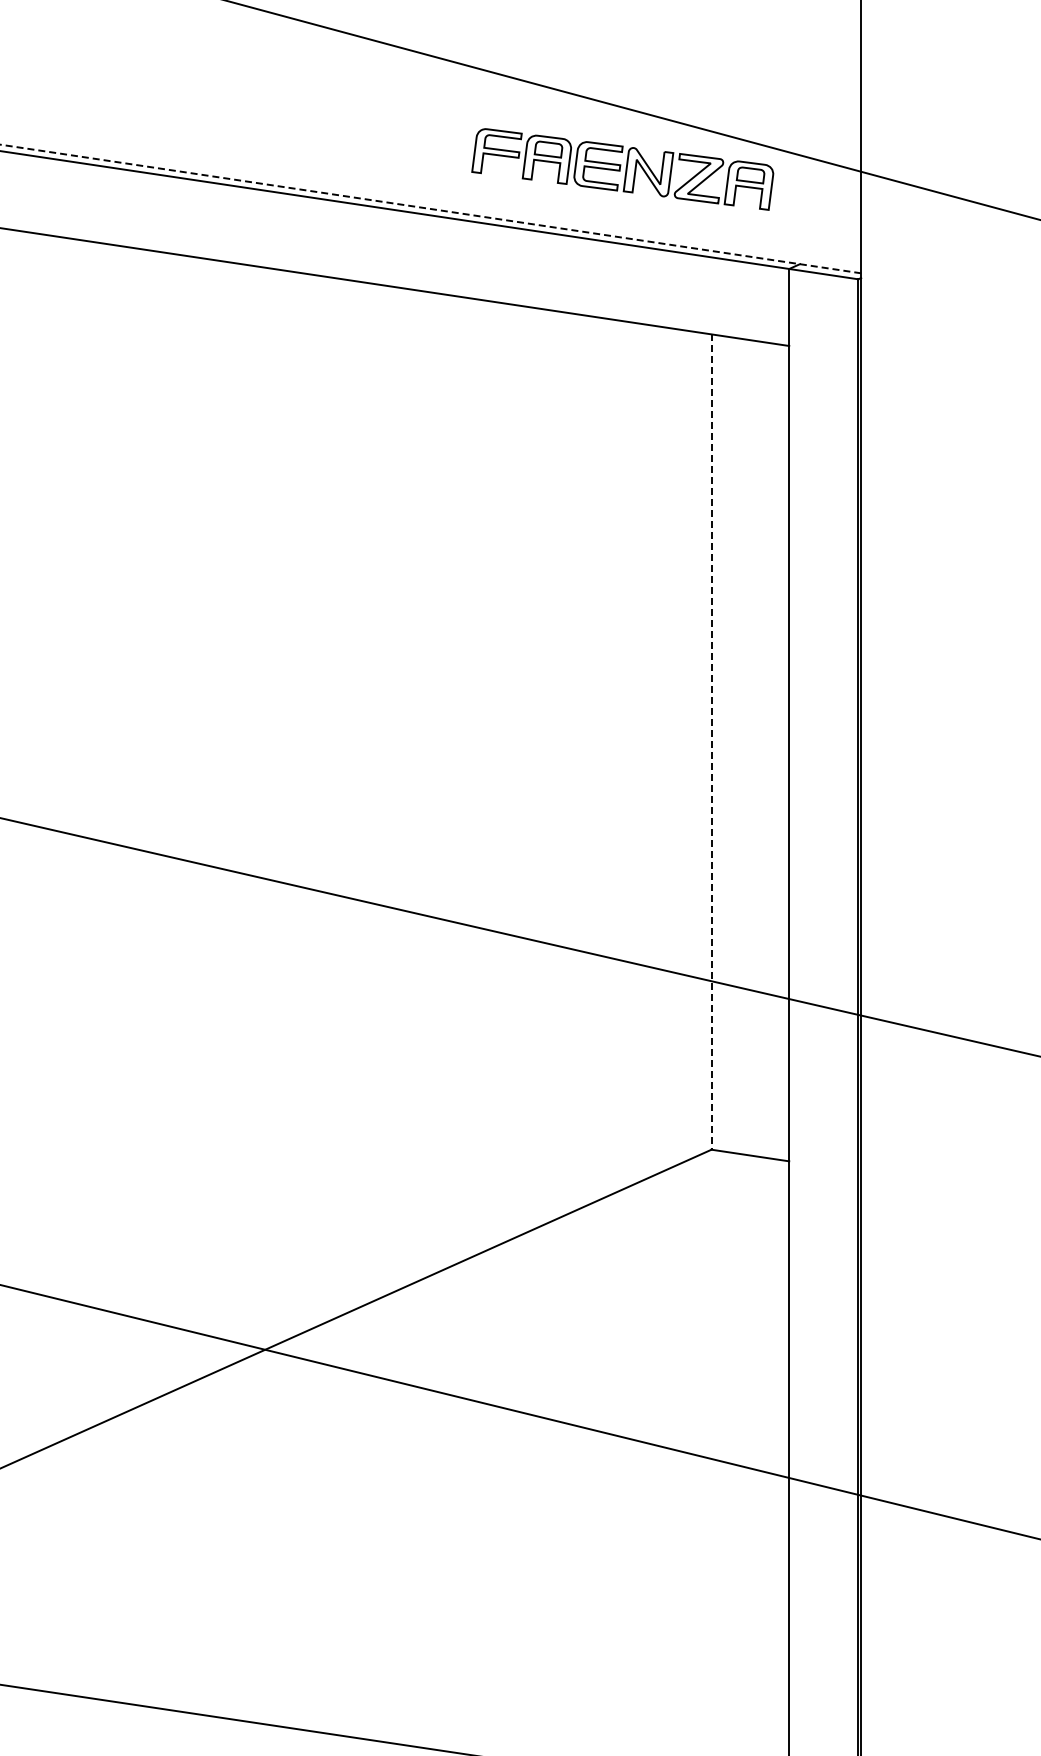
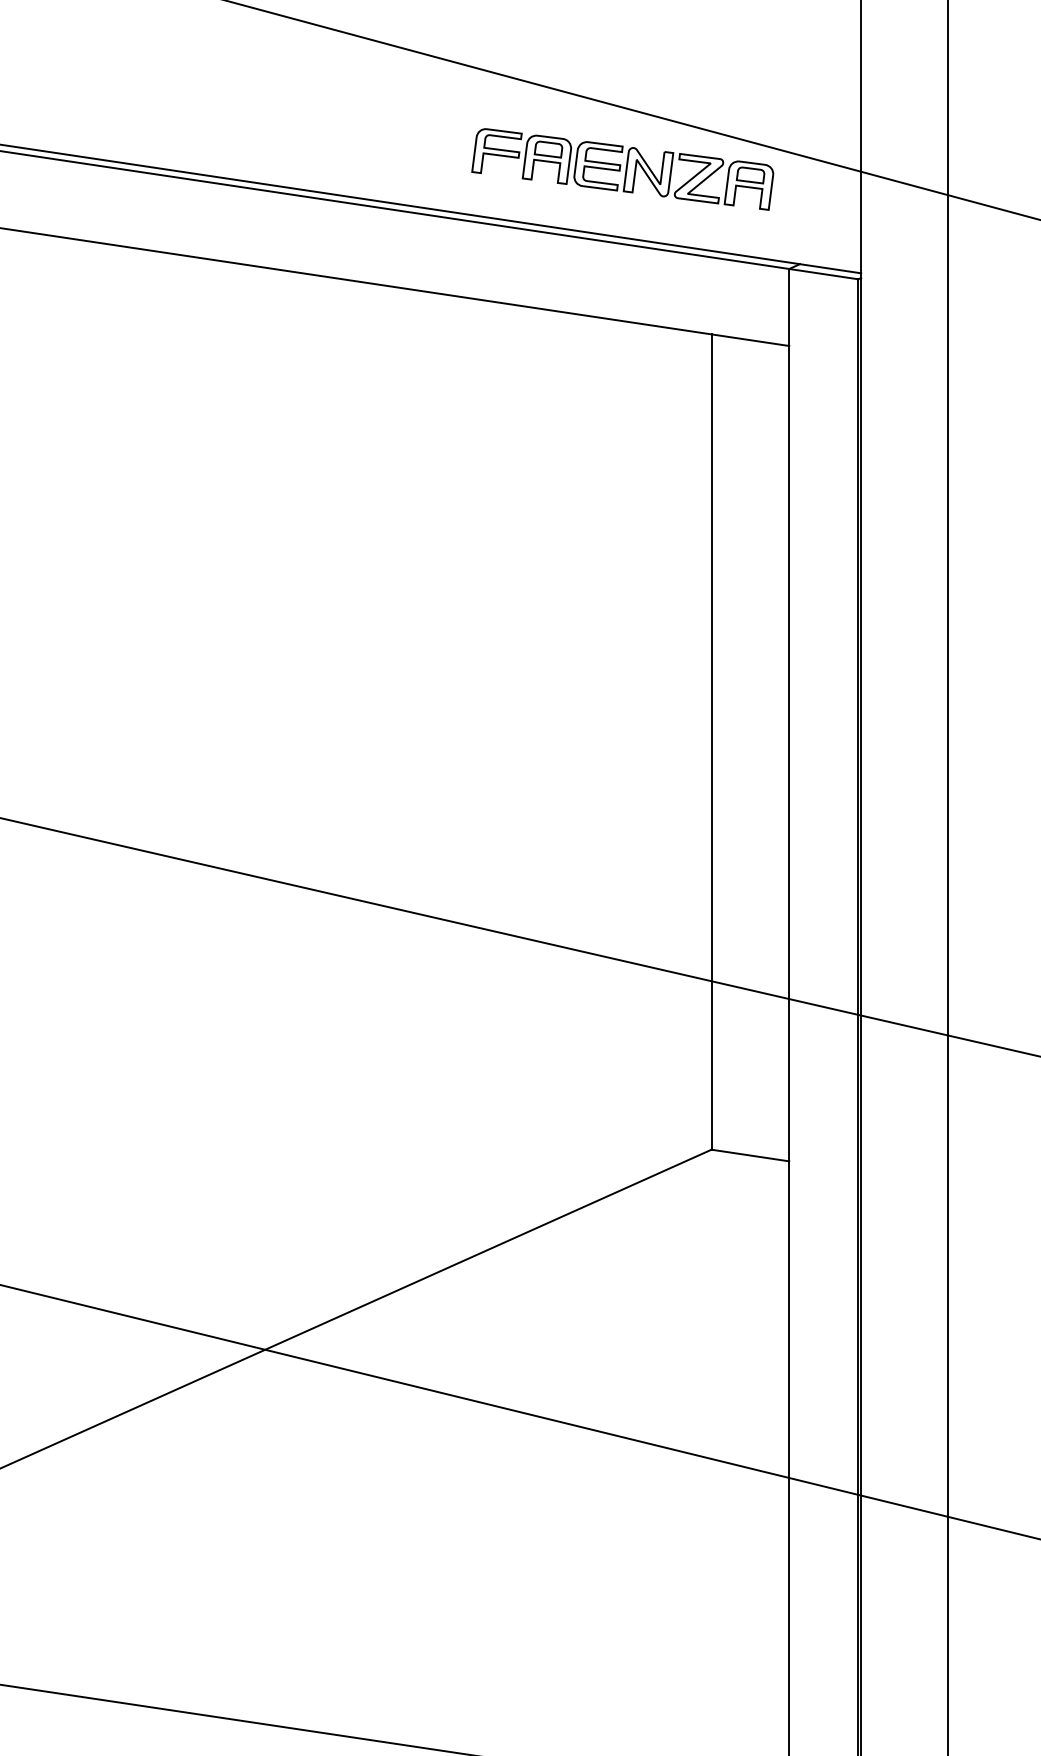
line at (431, 209): dashed -> solid
line at (711, 742): dashed -> solid
line at (947, 877): none -> present
